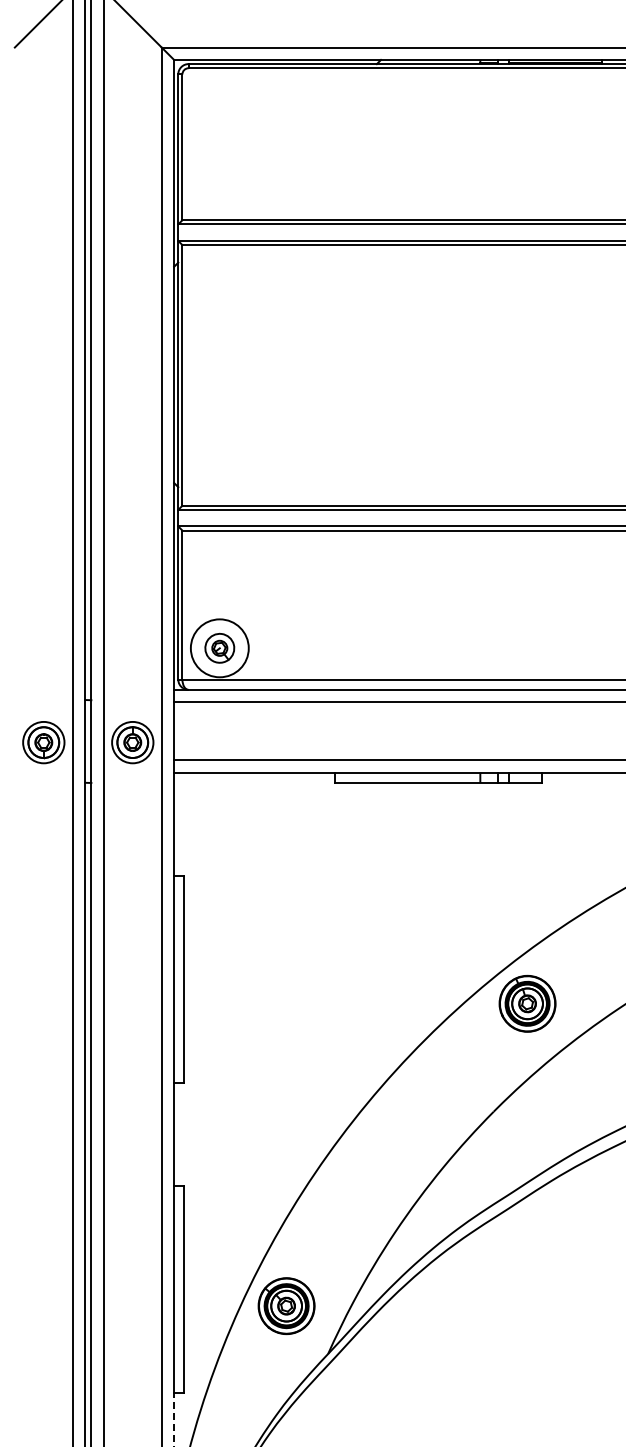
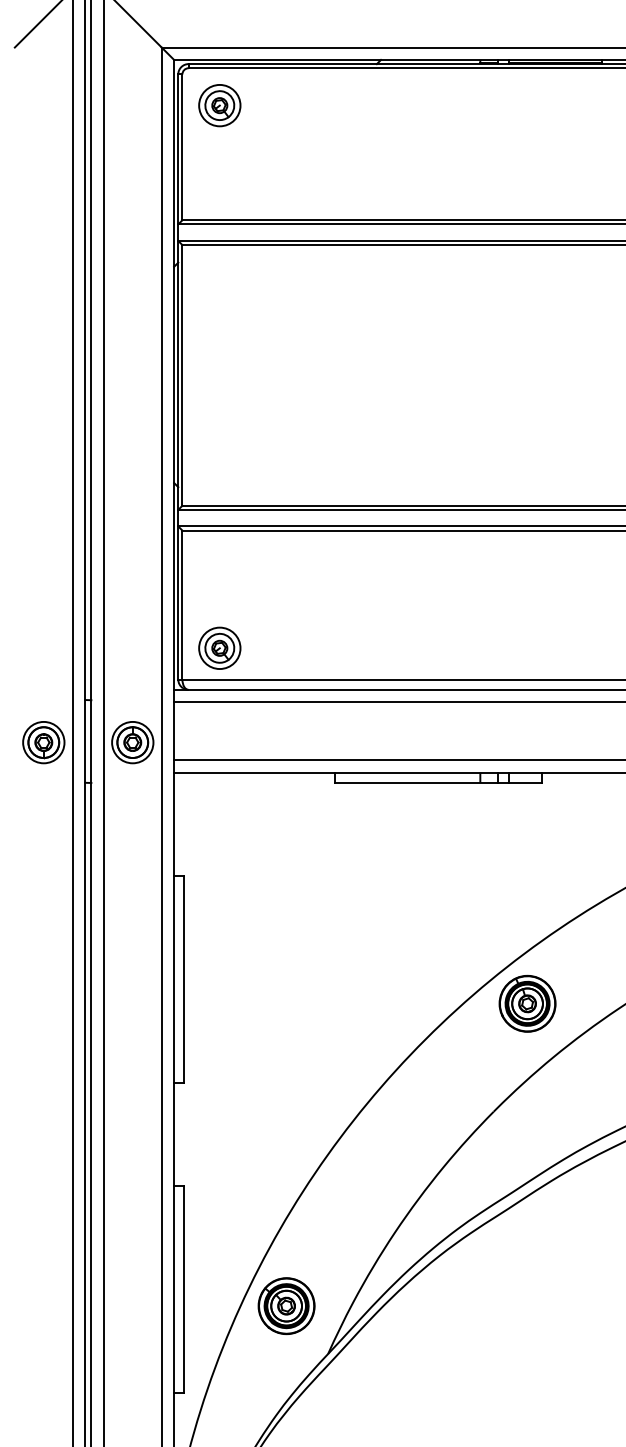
part at (219, 105): none -> present
circle at (219, 648) diameter: 58 px -> 41 px
line at (174, 1420): dashed -> solid
